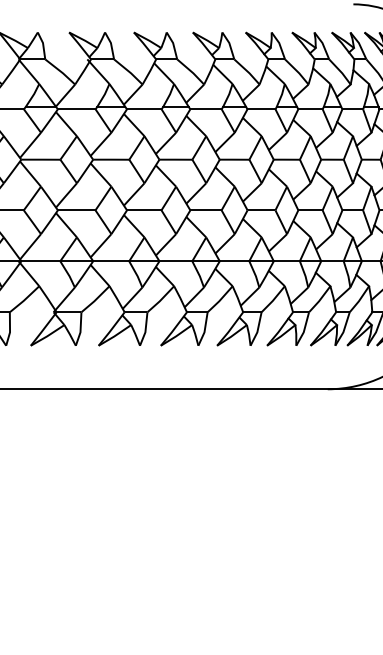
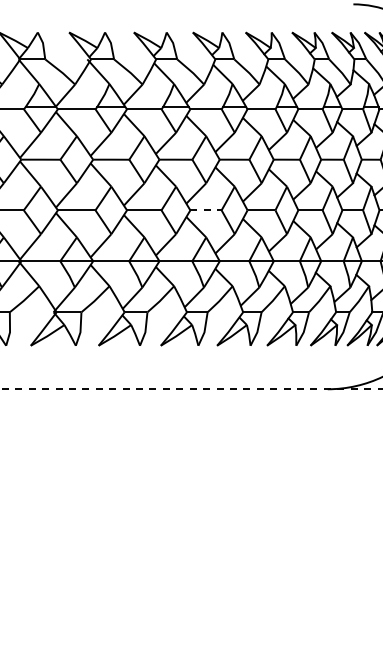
line at (206, 210): solid -> dashed
line at (191, 389): solid -> dashed
